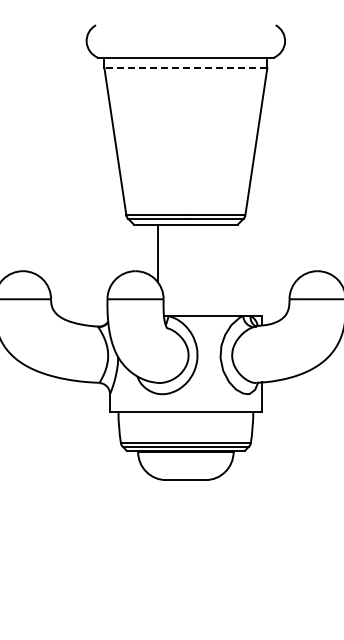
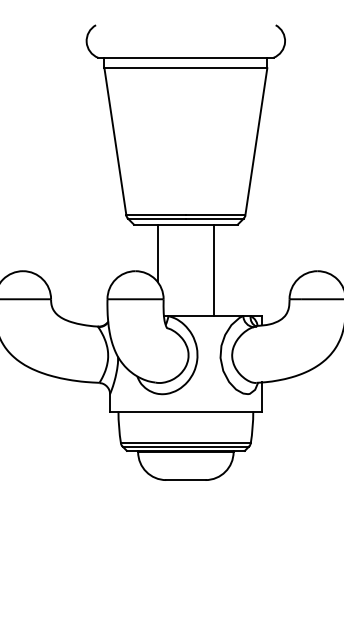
line at (185, 68): dashed -> solid
line at (213, 270): none -> present
